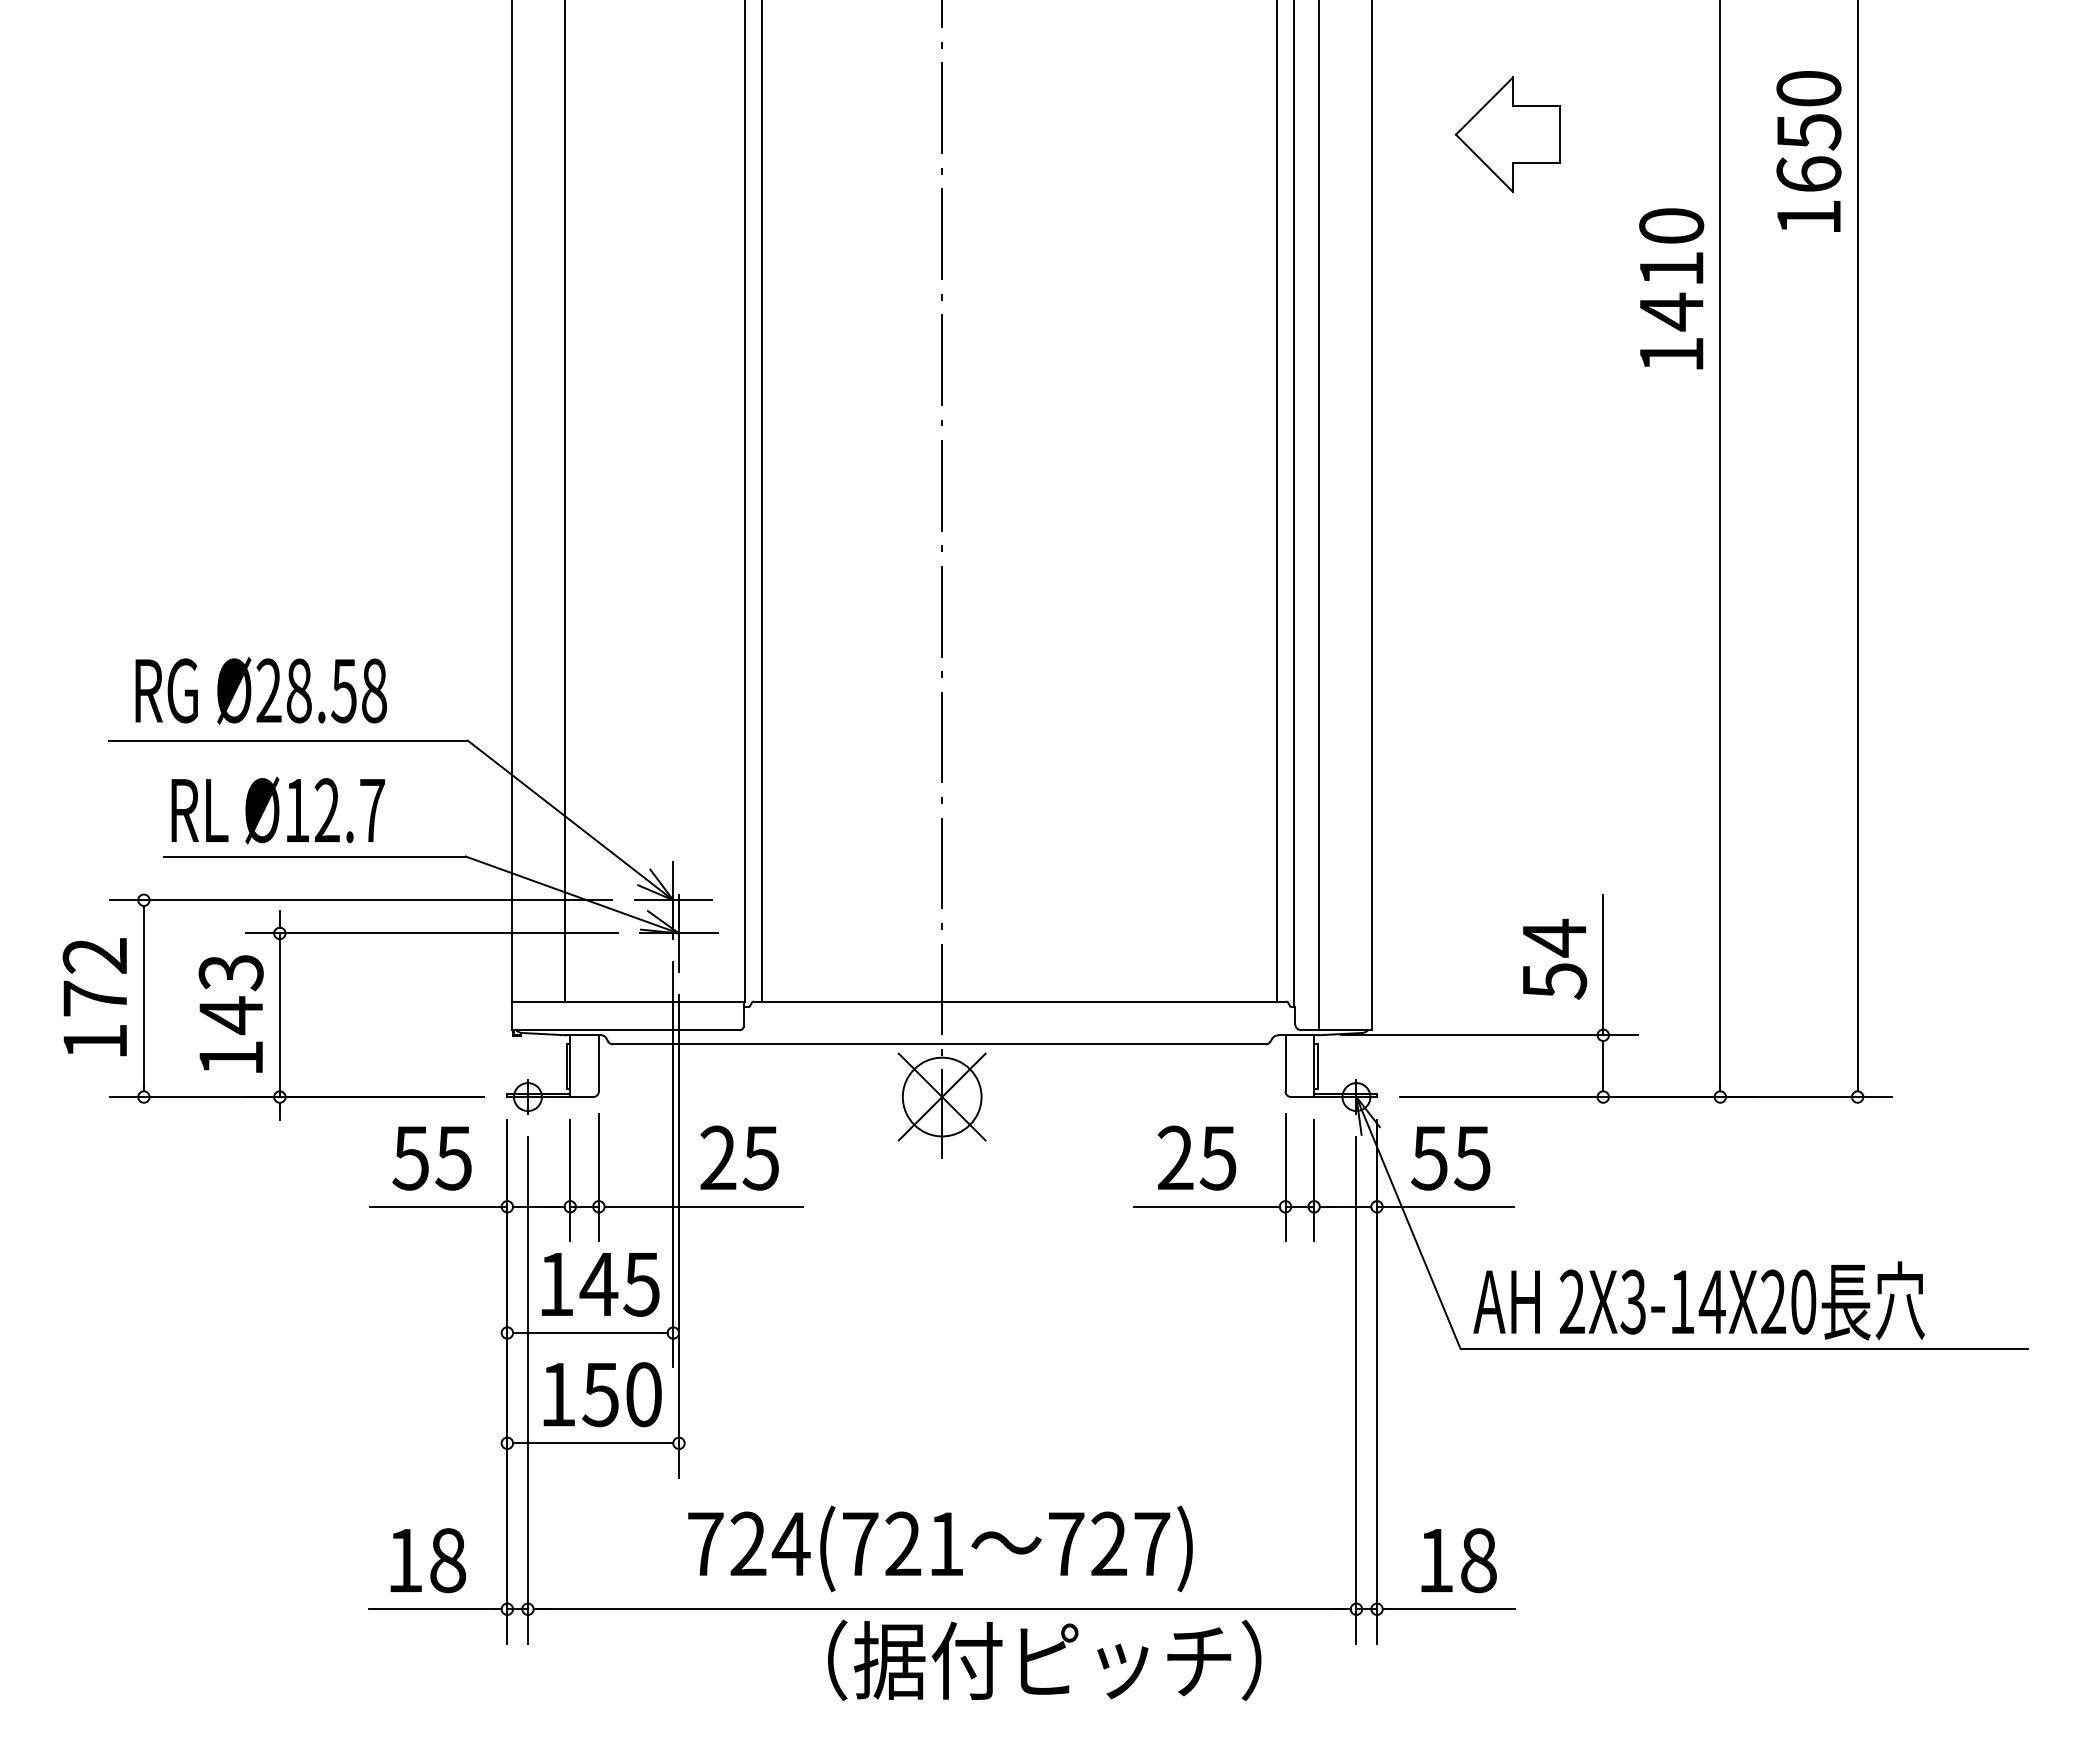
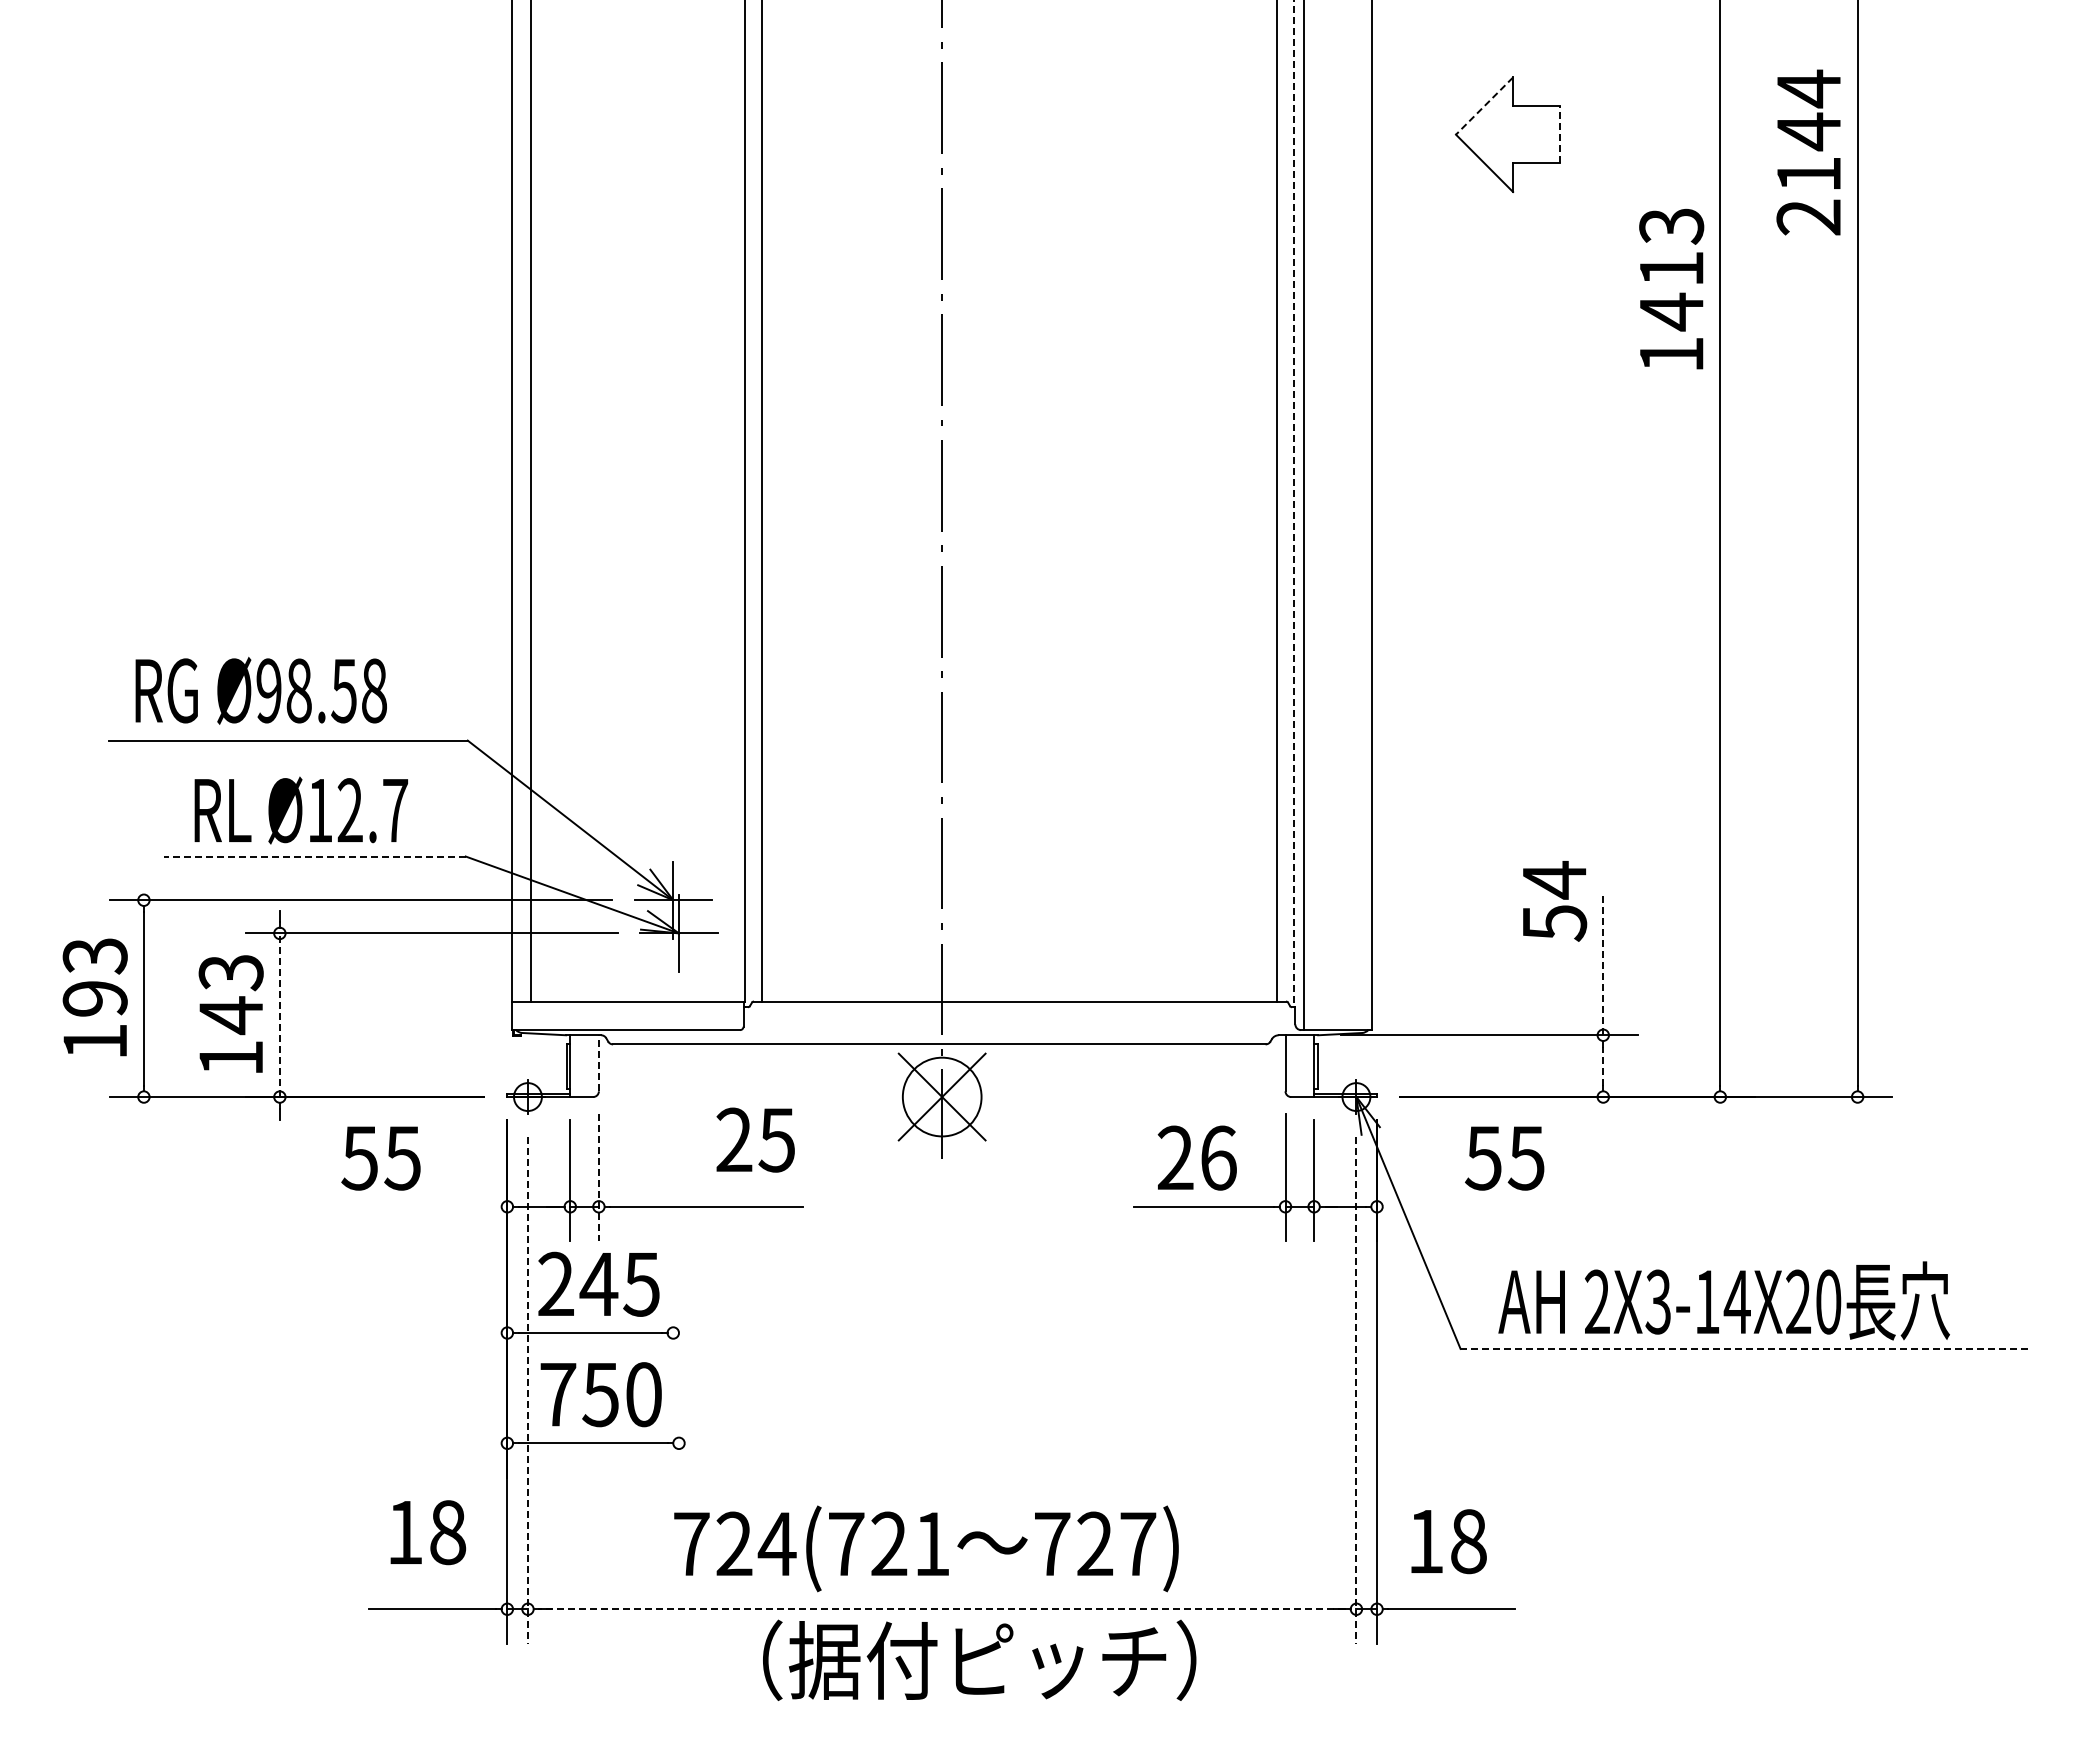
line at (1484, 106): solid -> dashed
line at (1559, 134): solid -> dashed
text at (1808, 152): 1650 -> 2144
text at (1671, 226): 1410 -> 1413
line at (564, 501) position: (564, 501) -> (530, 501)
line at (1294, 504): solid -> dashed
line at (1319, 516) position: (1319, 516) -> (1304, 516)
text at (268, 690): Ø28.58 -> Ø98.58
text at (277, 810) position: (277, 810) -> (300, 810)
line at (314, 856): solid -> dashed
text at (1555, 959) position: (1555, 959) -> (1555, 901)
line at (1603, 964): solid -> dashed
text at (94, 977): 172 -> 193
line at (279, 1015): solid -> dashed
line at (598, 1062): solid -> dashed
line at (1603, 1065): solid -> dashed
text at (739, 1157) position: (739, 1157) -> (755, 1139)
text at (1217, 1157): 25 -> 26
text at (431, 1158) position: (431, 1158) -> (380, 1158)
text at (1450, 1158) position: (1450, 1158) -> (1504, 1158)
line at (673, 1164): present -> none
line at (598, 1178): solid -> dashed
line at (438, 1206): present -> none
line at (1445, 1206): present -> none
line at (679, 1235): present -> none
text at (555, 1283): 145 -> 245
text at (1698, 1300) position: (1698, 1300) -> (1723, 1300)
line at (1744, 1348): solid -> dashed
line at (527, 1390): solid -> dashed
line at (1356, 1390): solid -> dashed
text at (558, 1394): 150 -> 750
text at (940, 1548) position: (940, 1548) -> (926, 1548)
text at (428, 1560) position: (428, 1560) -> (428, 1532)
text at (1458, 1560) position: (1458, 1560) -> (1448, 1541)
line at (942, 1609): solid -> dashed
text at (1044, 1659) position: (1044, 1659) -> (979, 1659)
